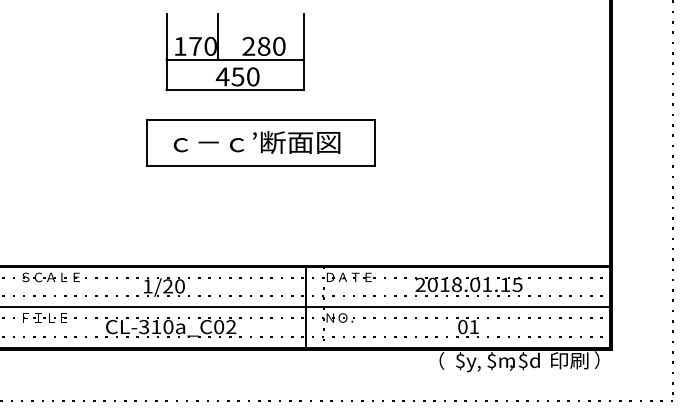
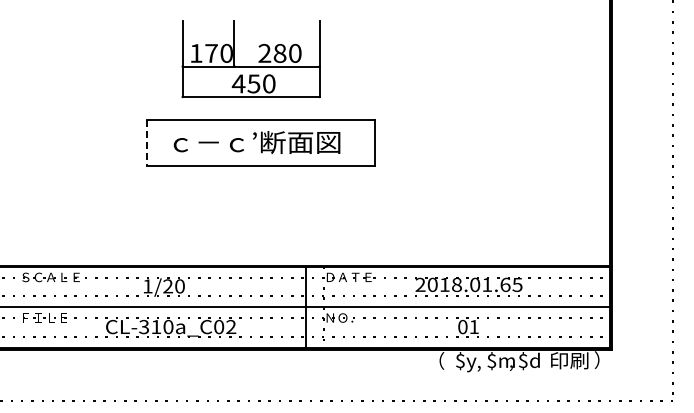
part at (234, 59) position: (234, 59) -> (250, 66)
line at (146, 143): solid -> dashed
text at (505, 284): 2018.01.15 -> 2018.01.65
